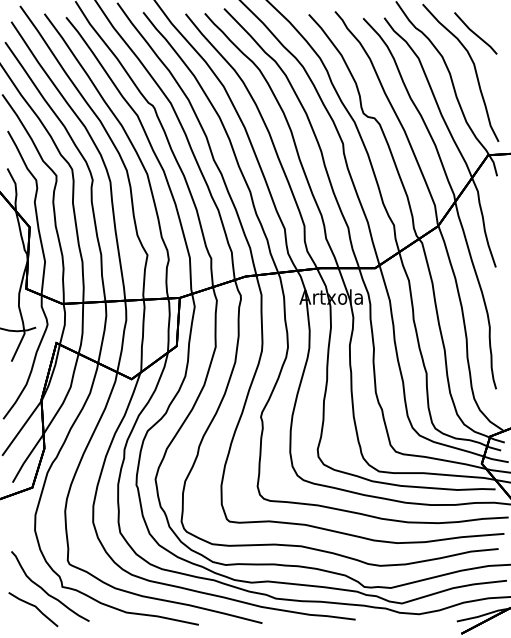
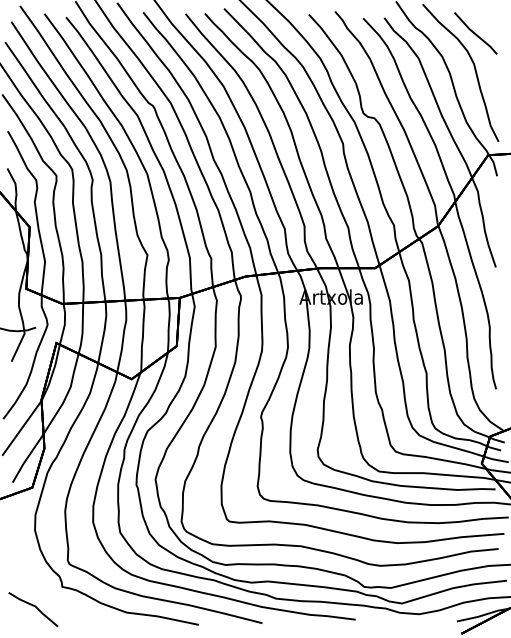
curve at (45, 590): present -> none
